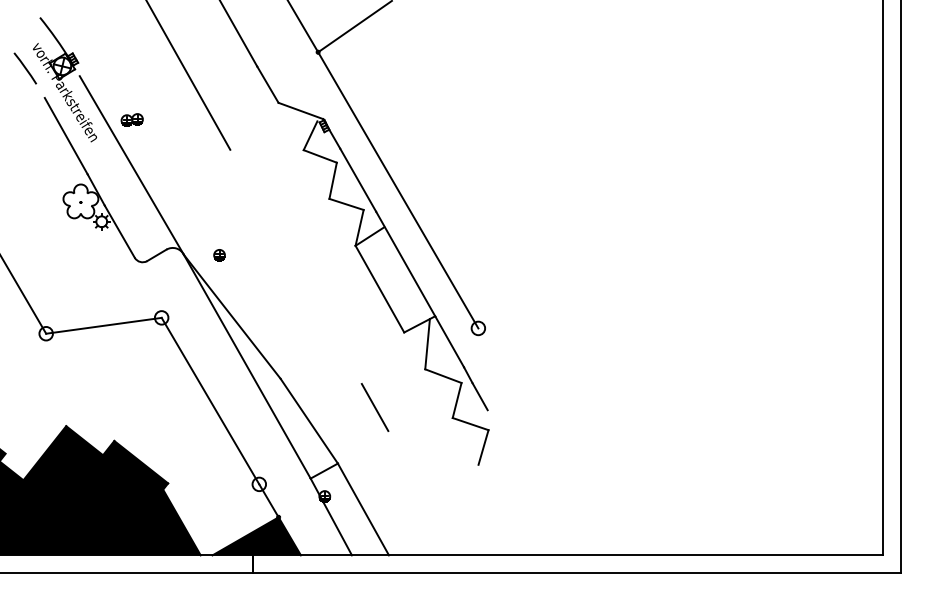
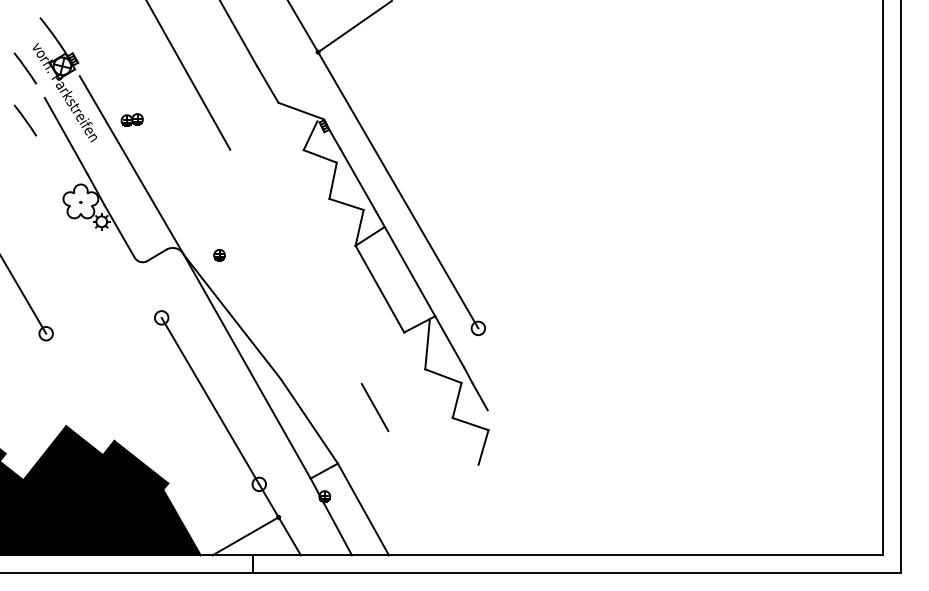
line at (25, 120): none -> present
line at (103, 325): present -> none
fill at (256, 536): present -> none
